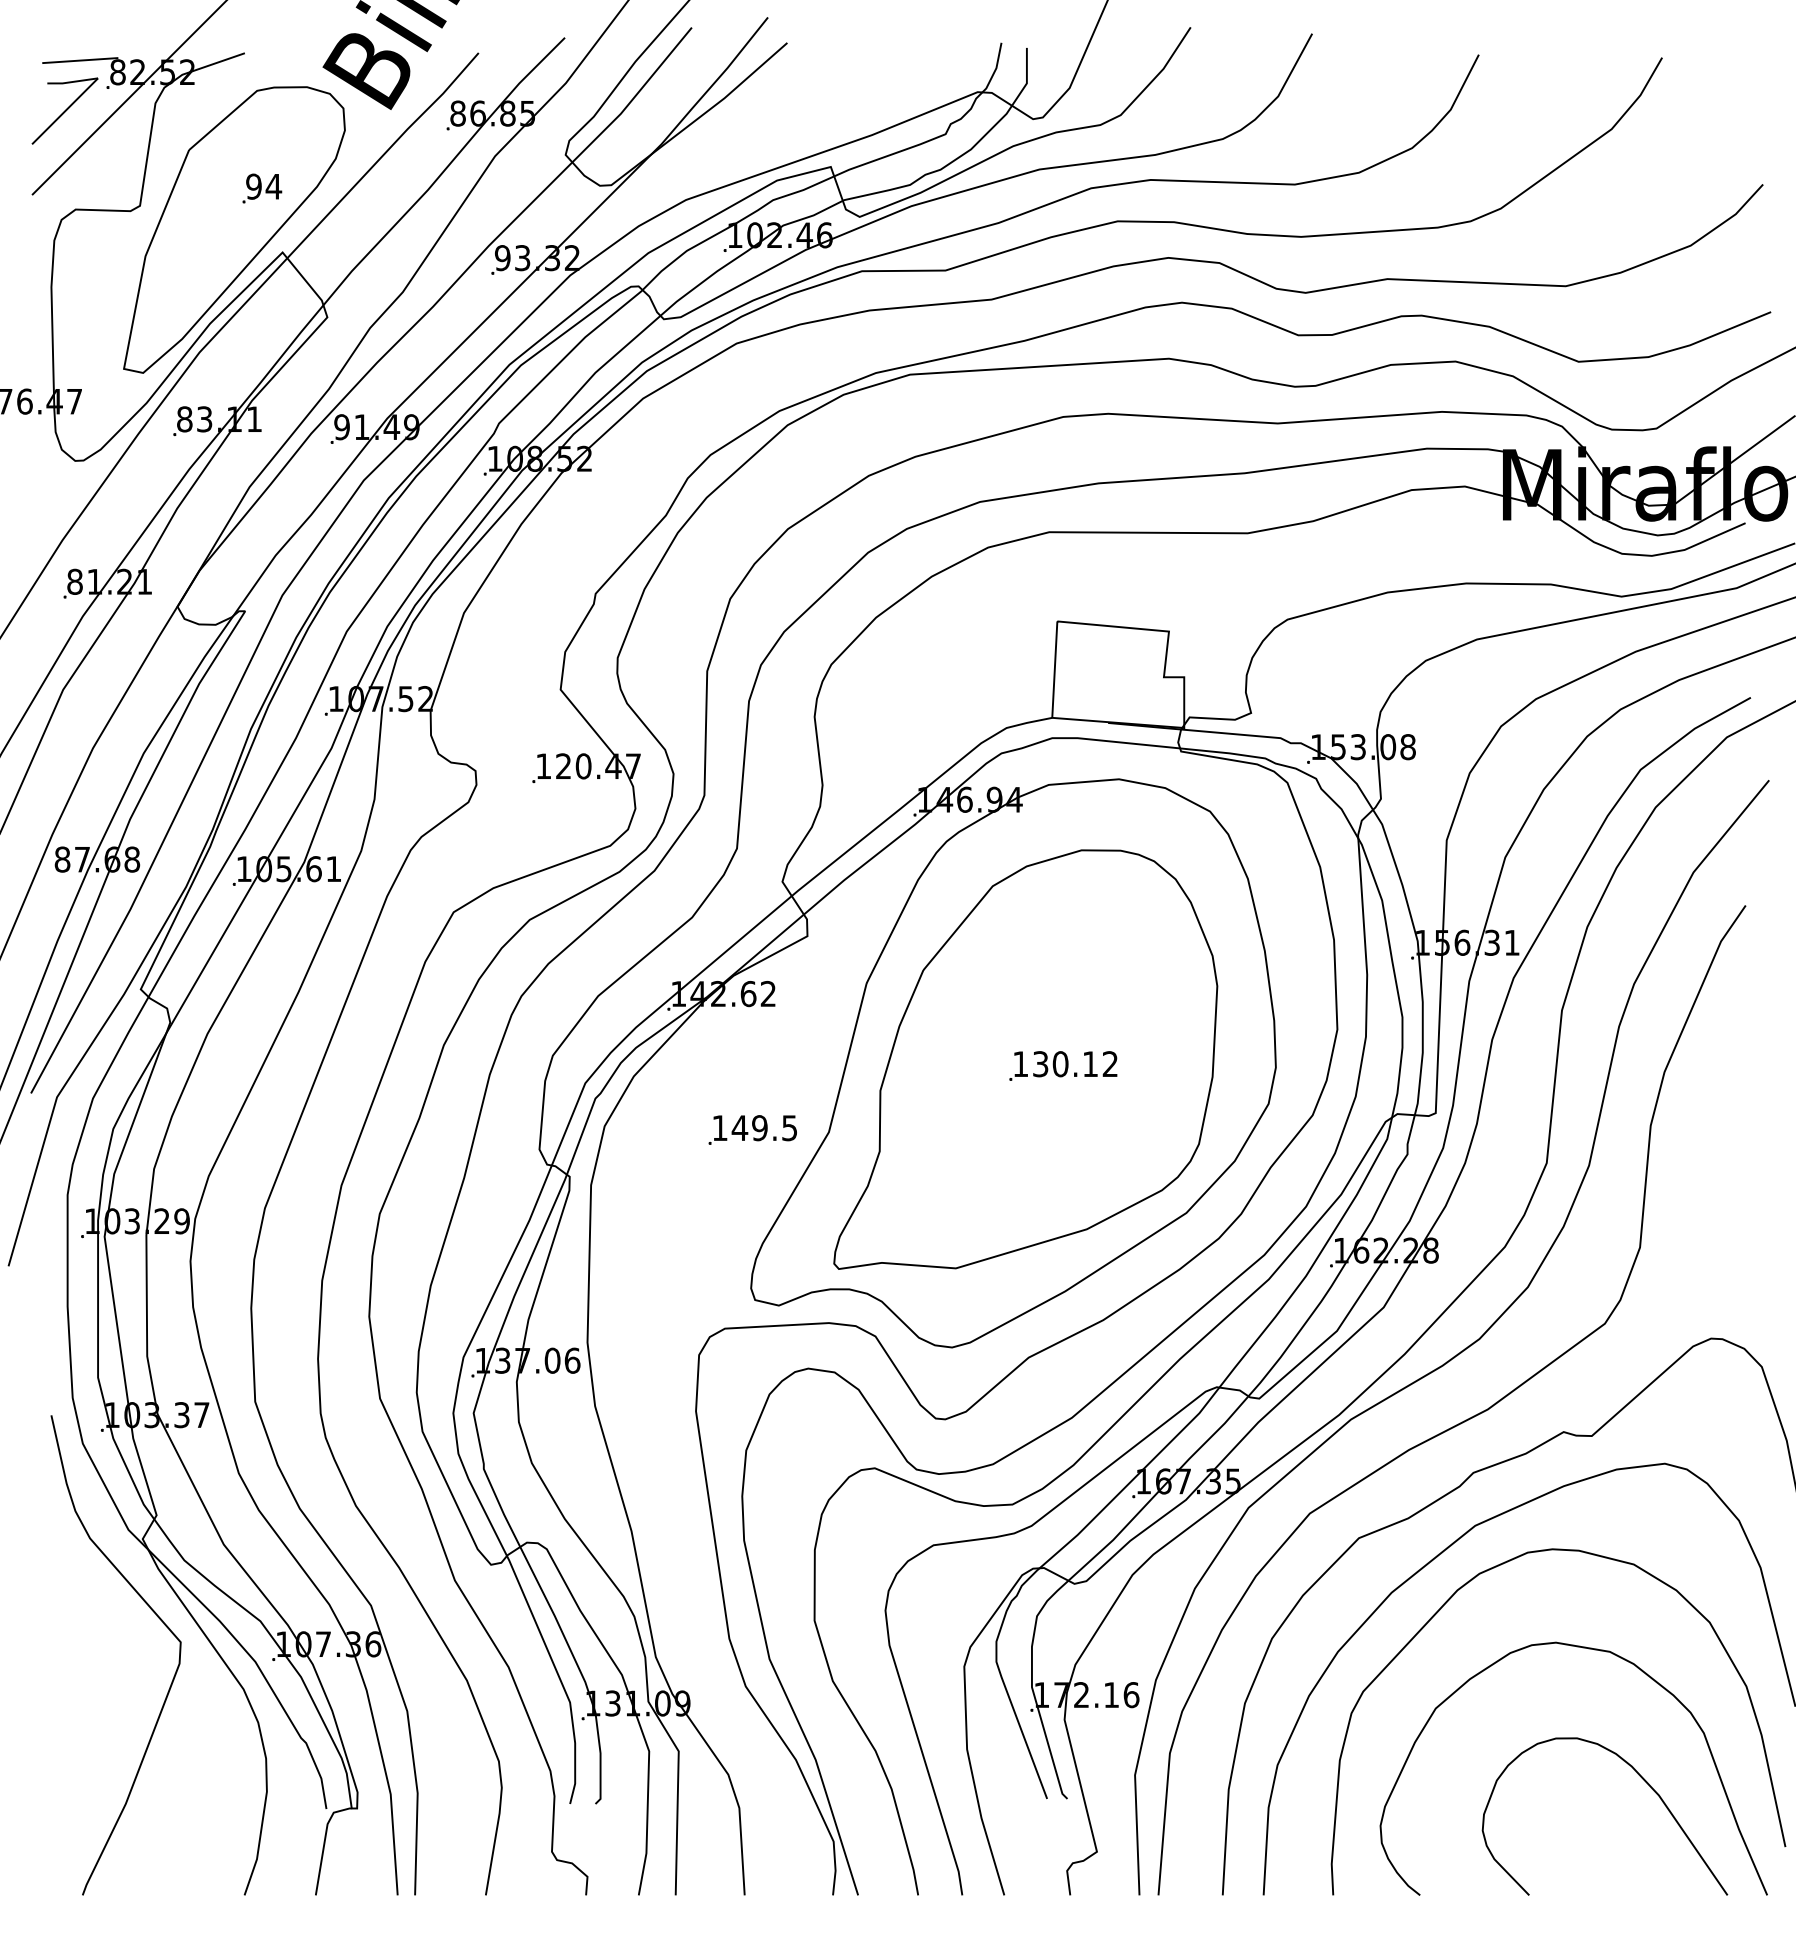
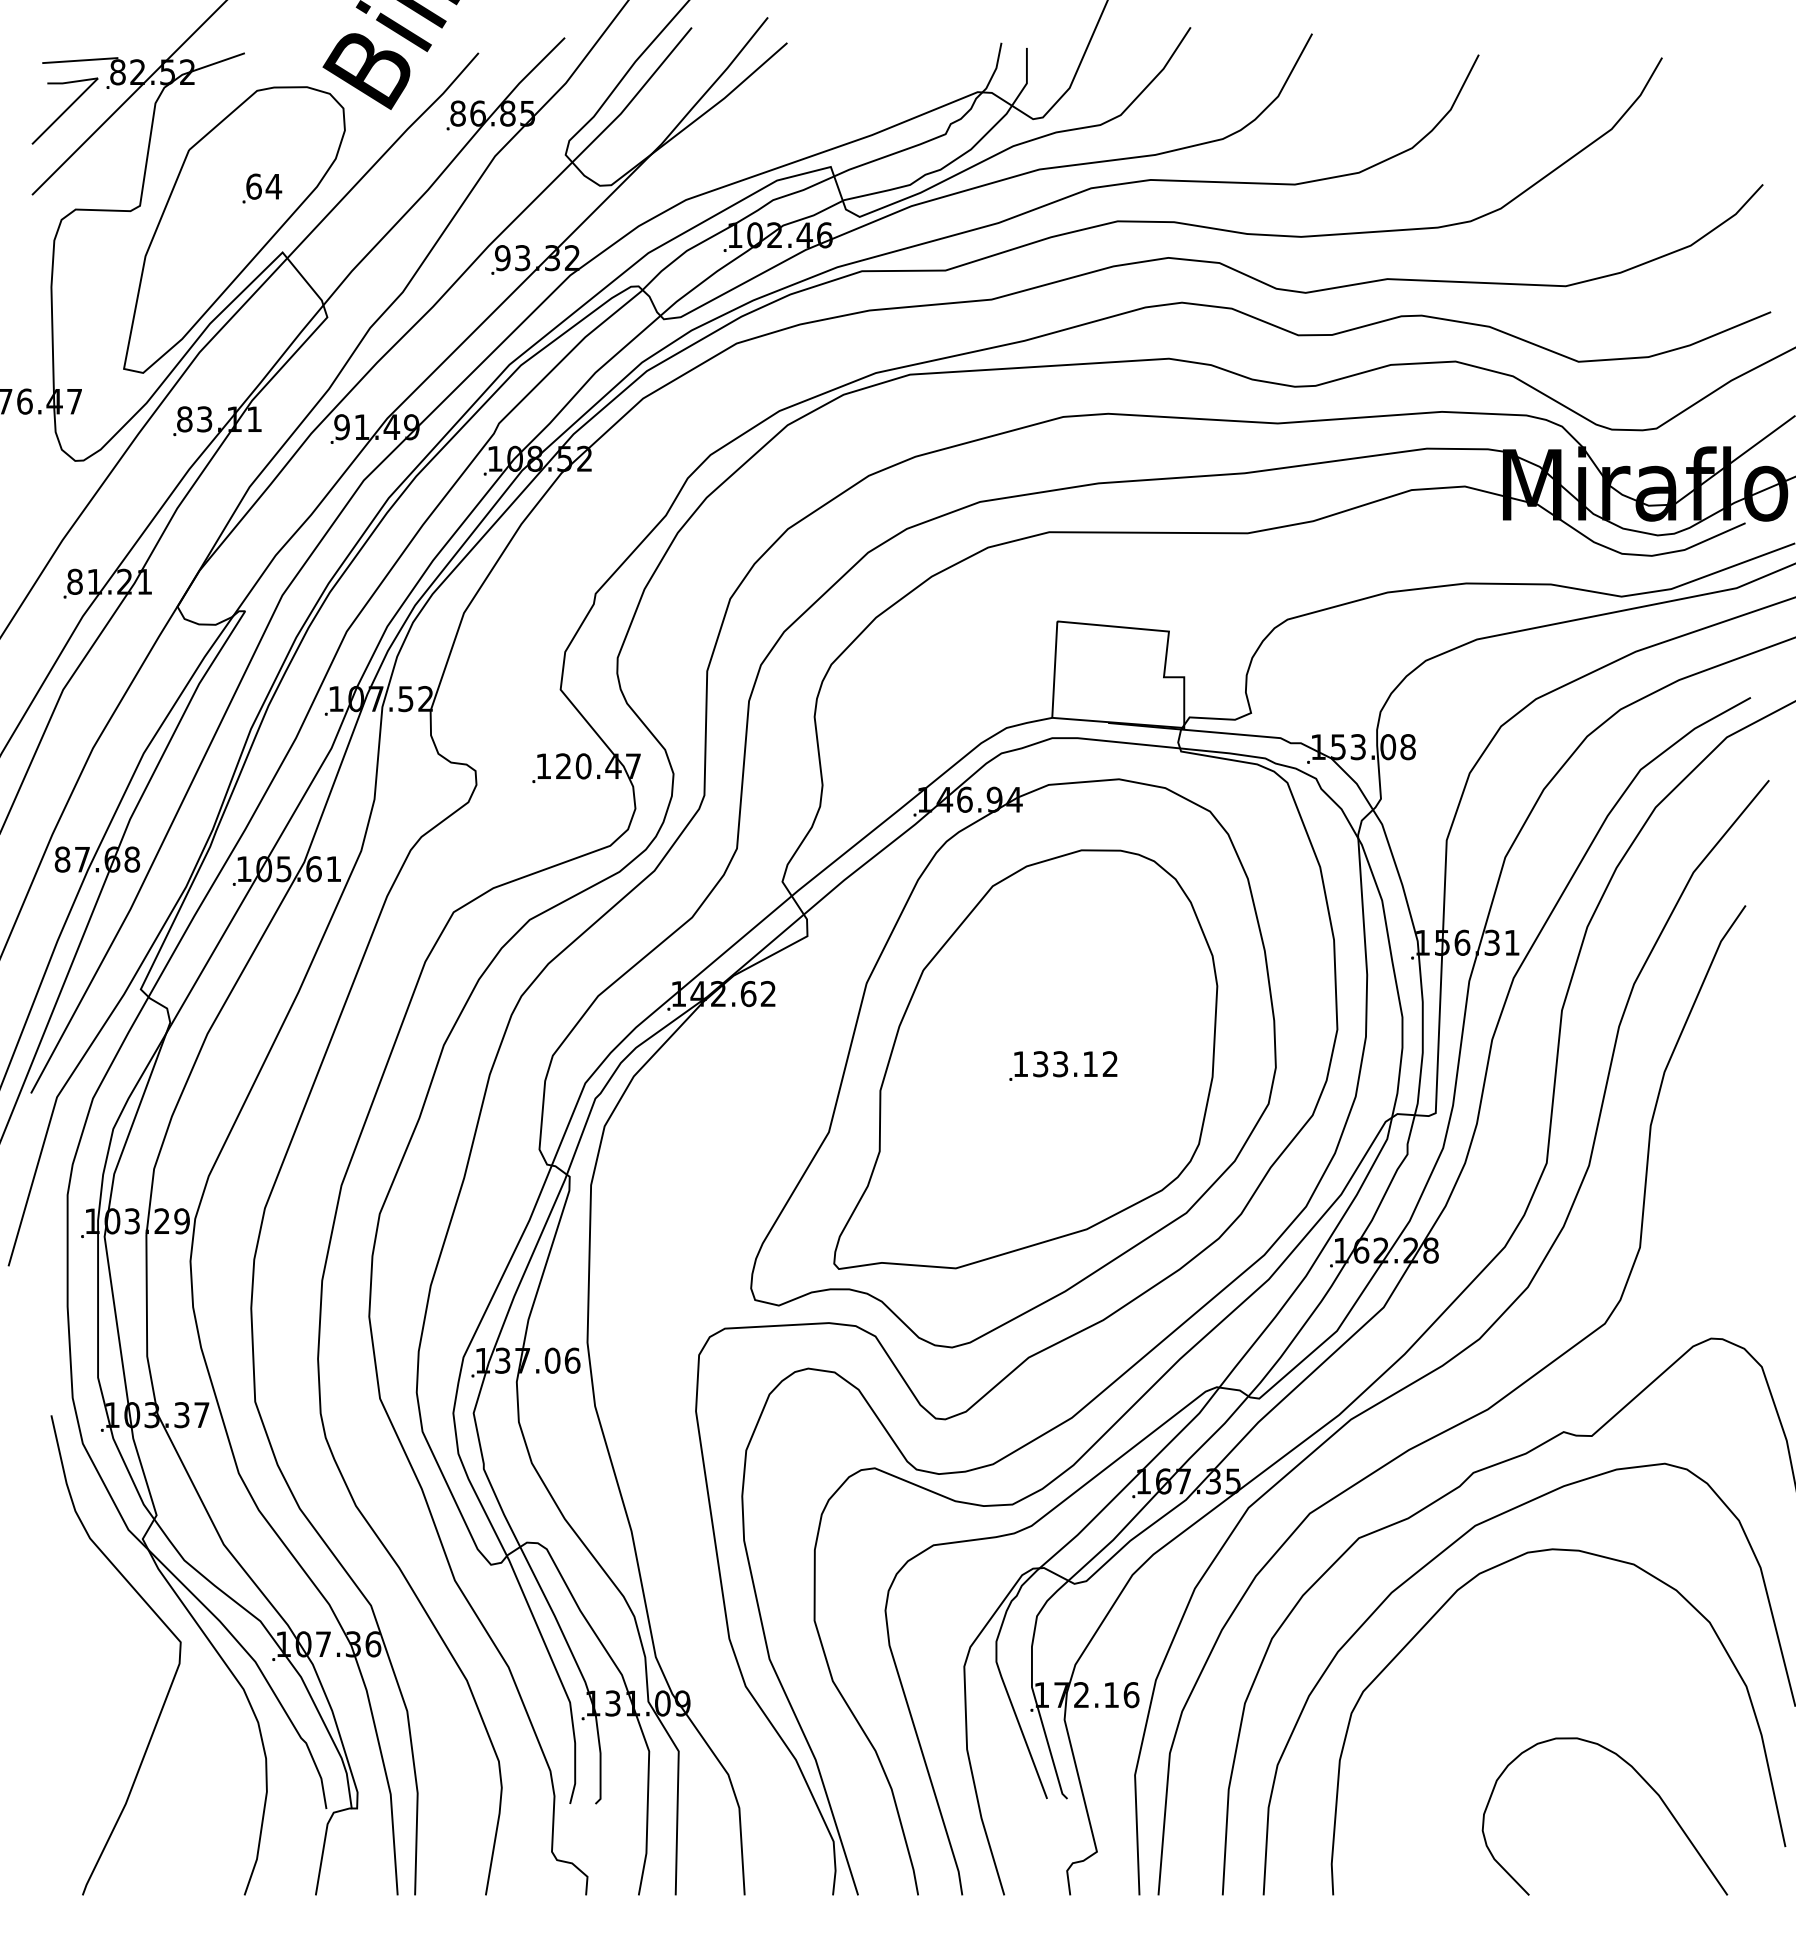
text at (253, 186): 94 -> 64
text at (1060, 1064): 130.12 -> 133.12
part at (752, 1129): present -> none
curve at (1647, 1676): present -> none
